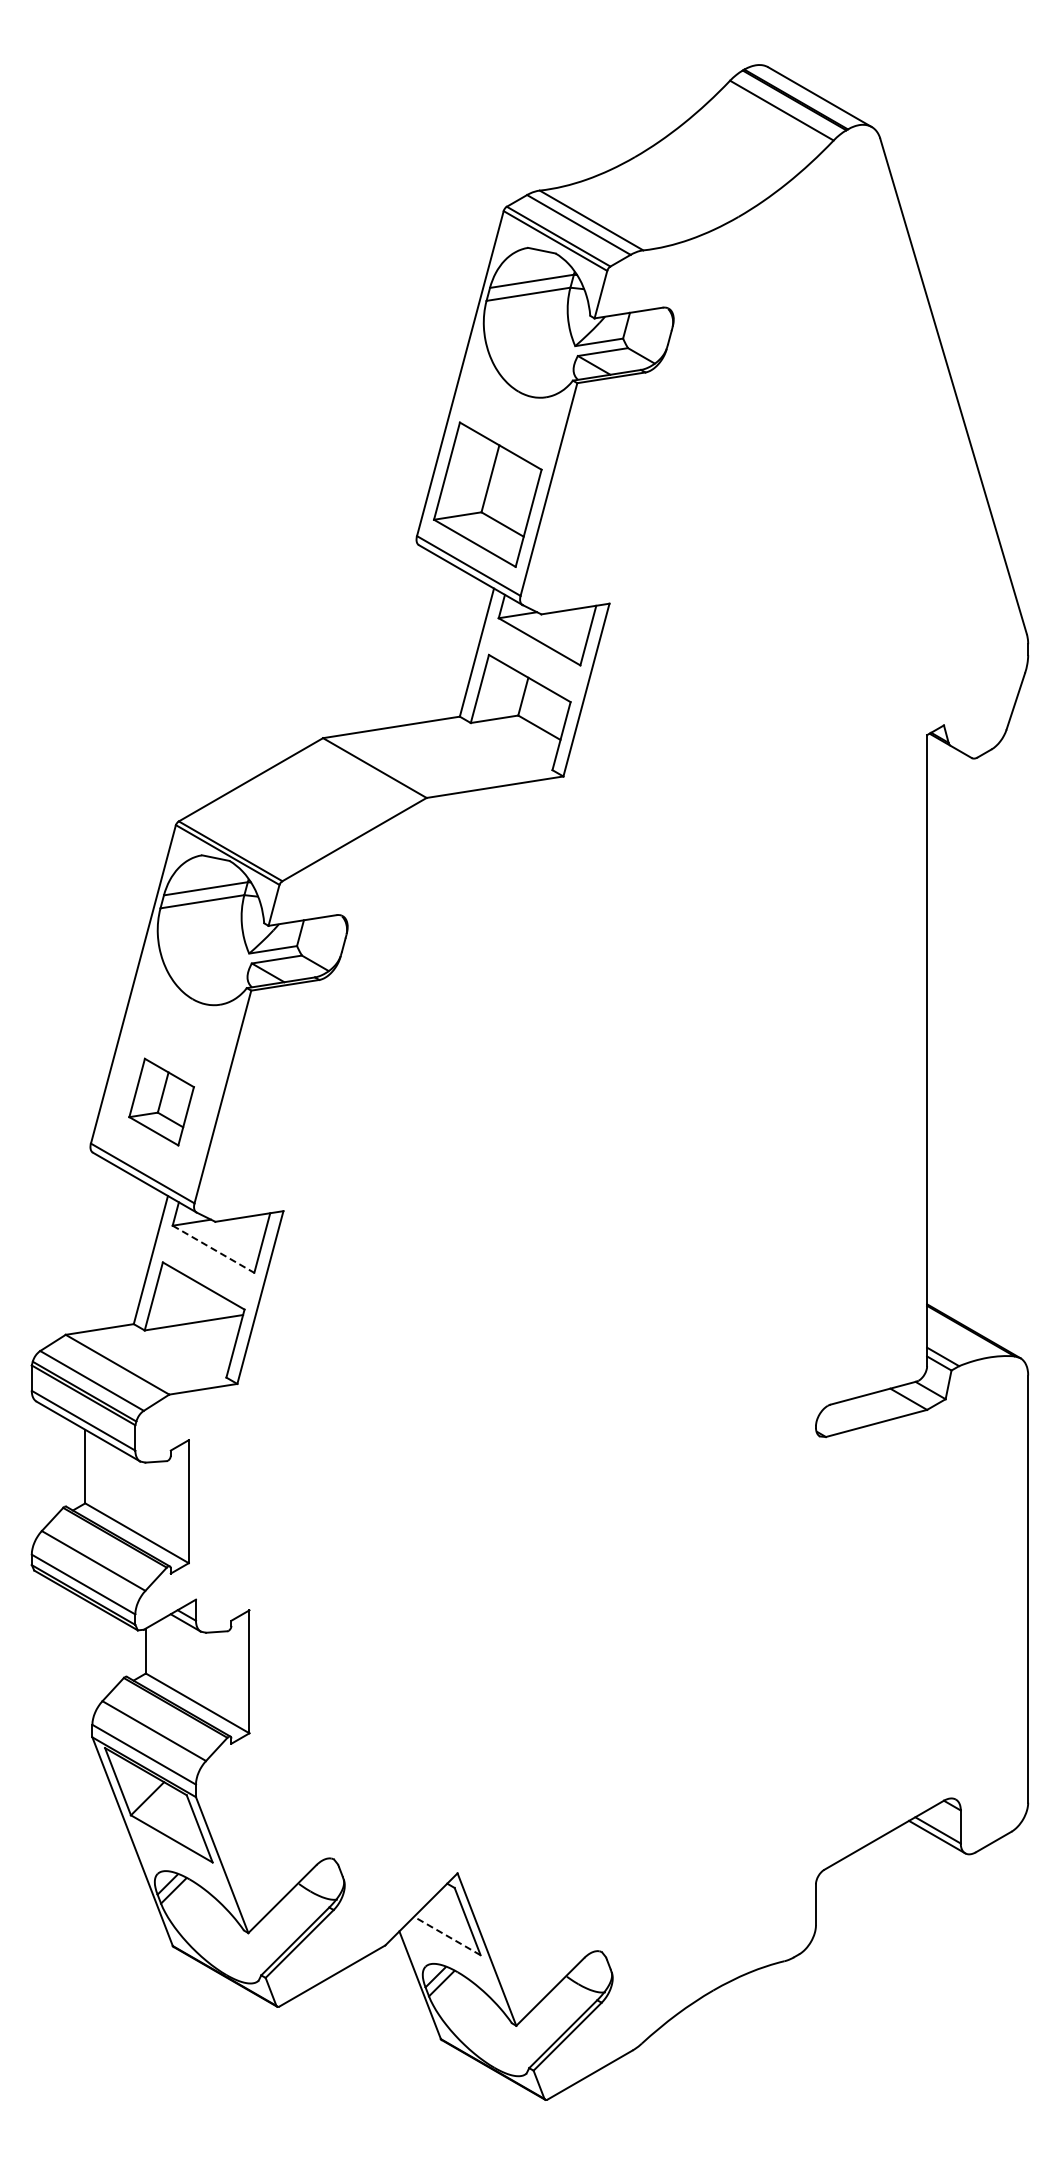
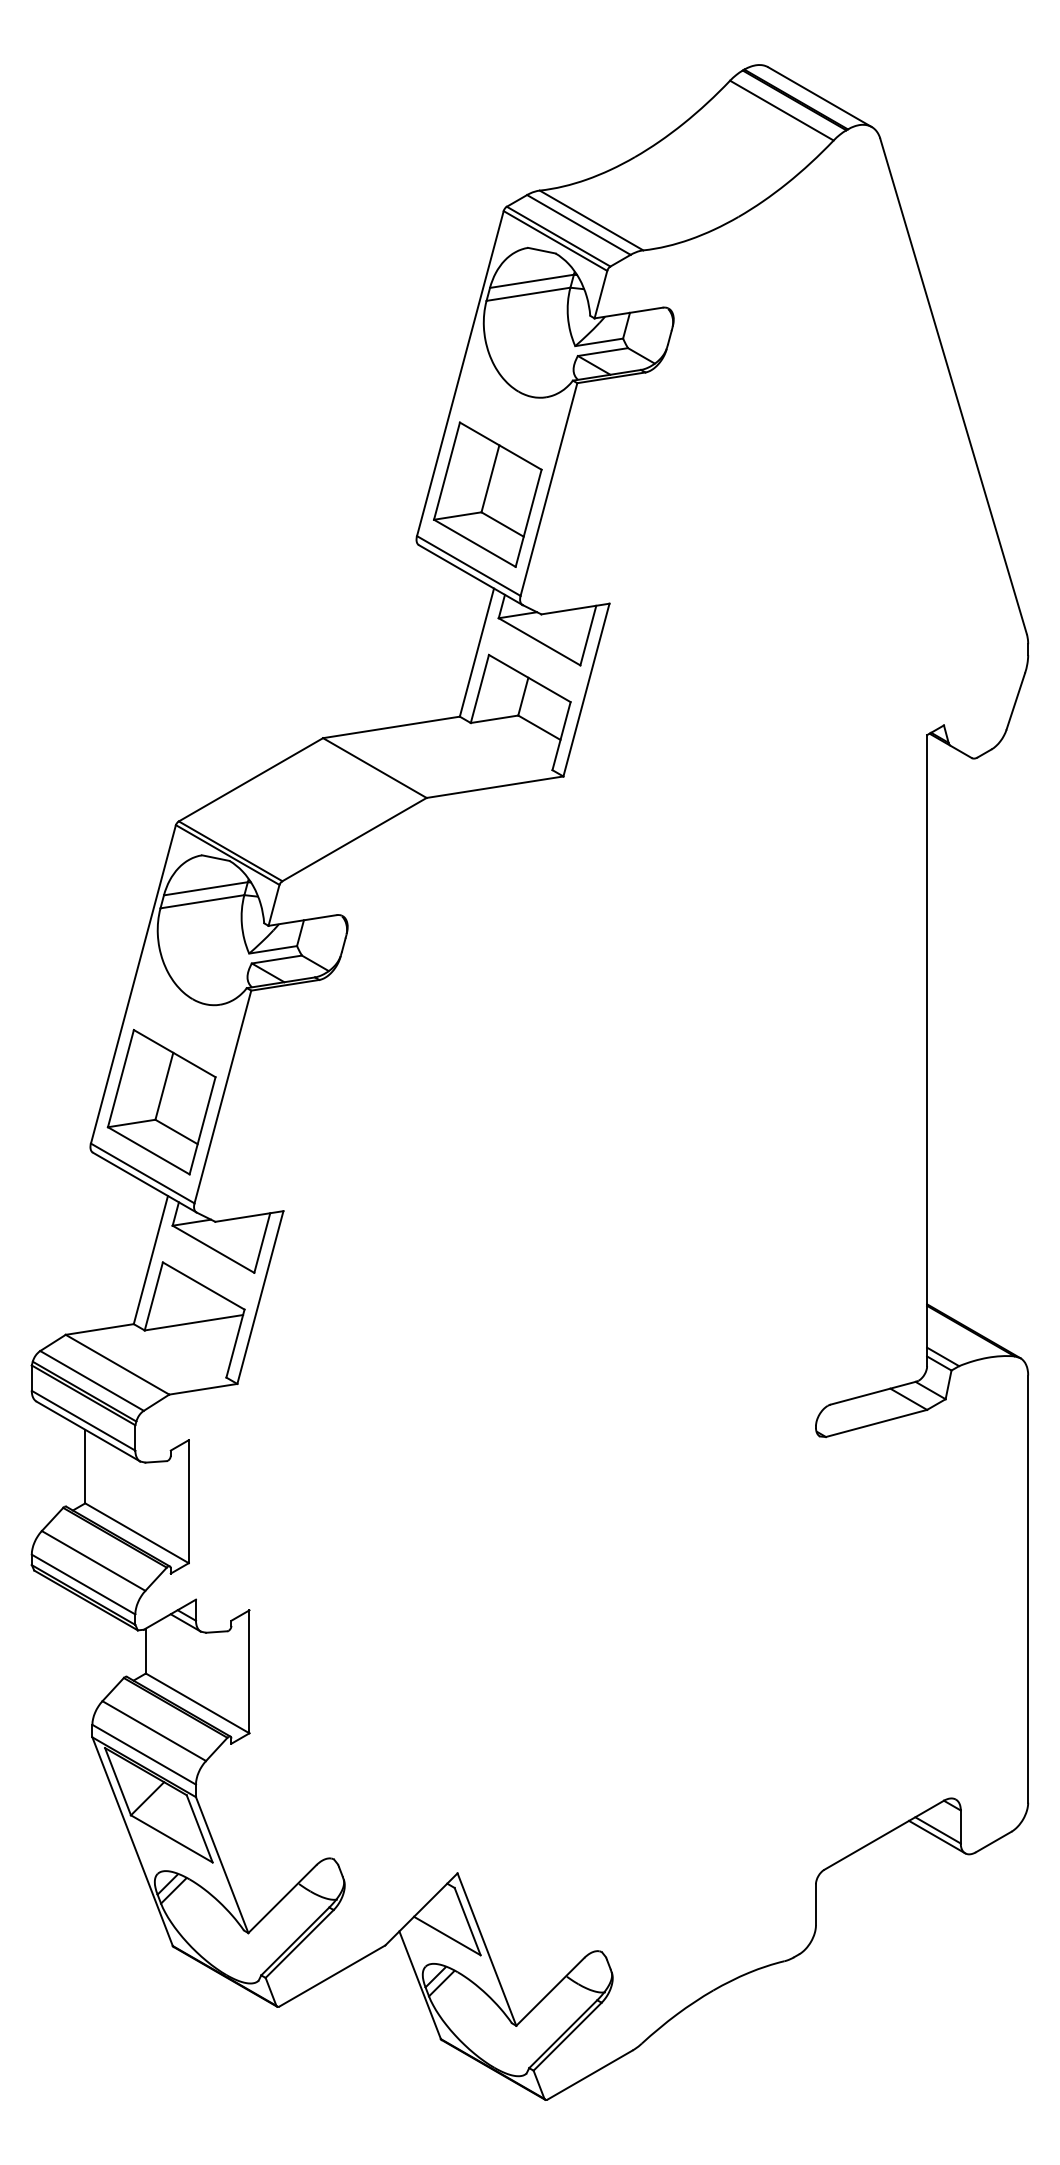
part at (161, 1101) size: 67x90 px -> 111x148 px
line at (213, 1249): dashed -> solid
line at (446, 1935): dashed -> solid
